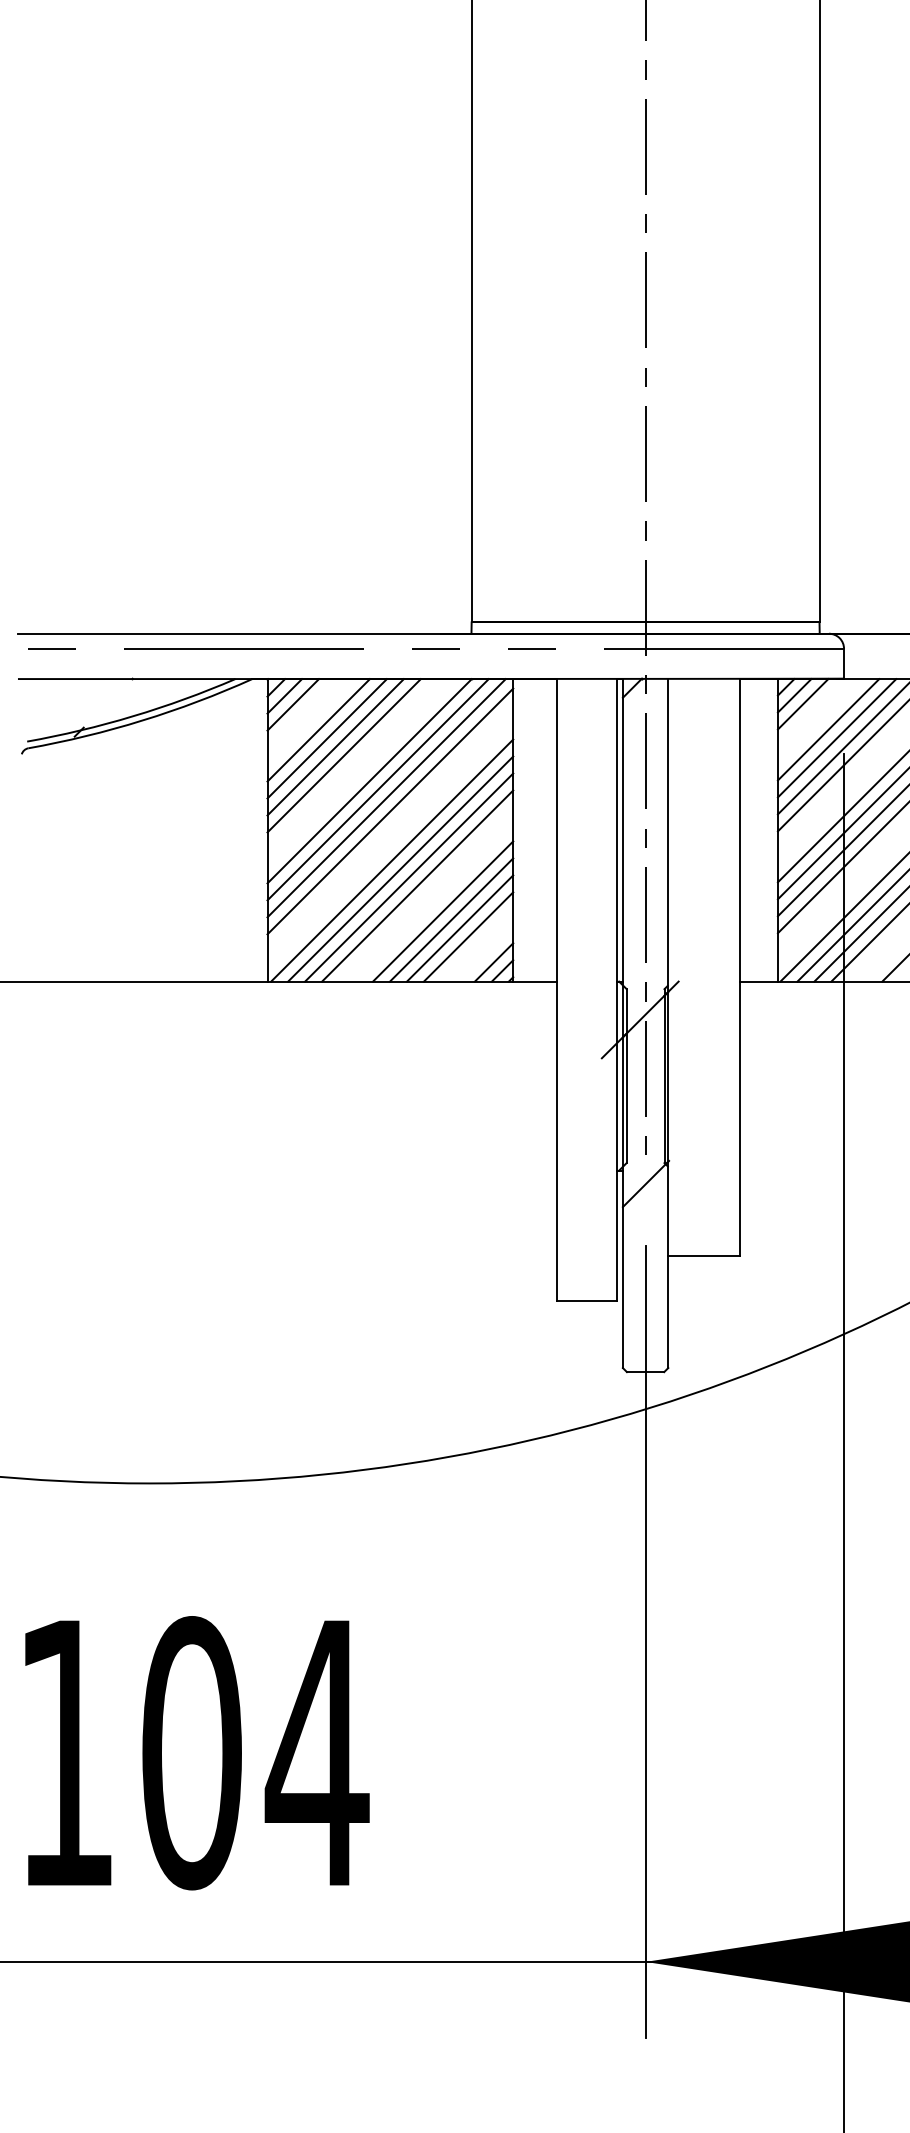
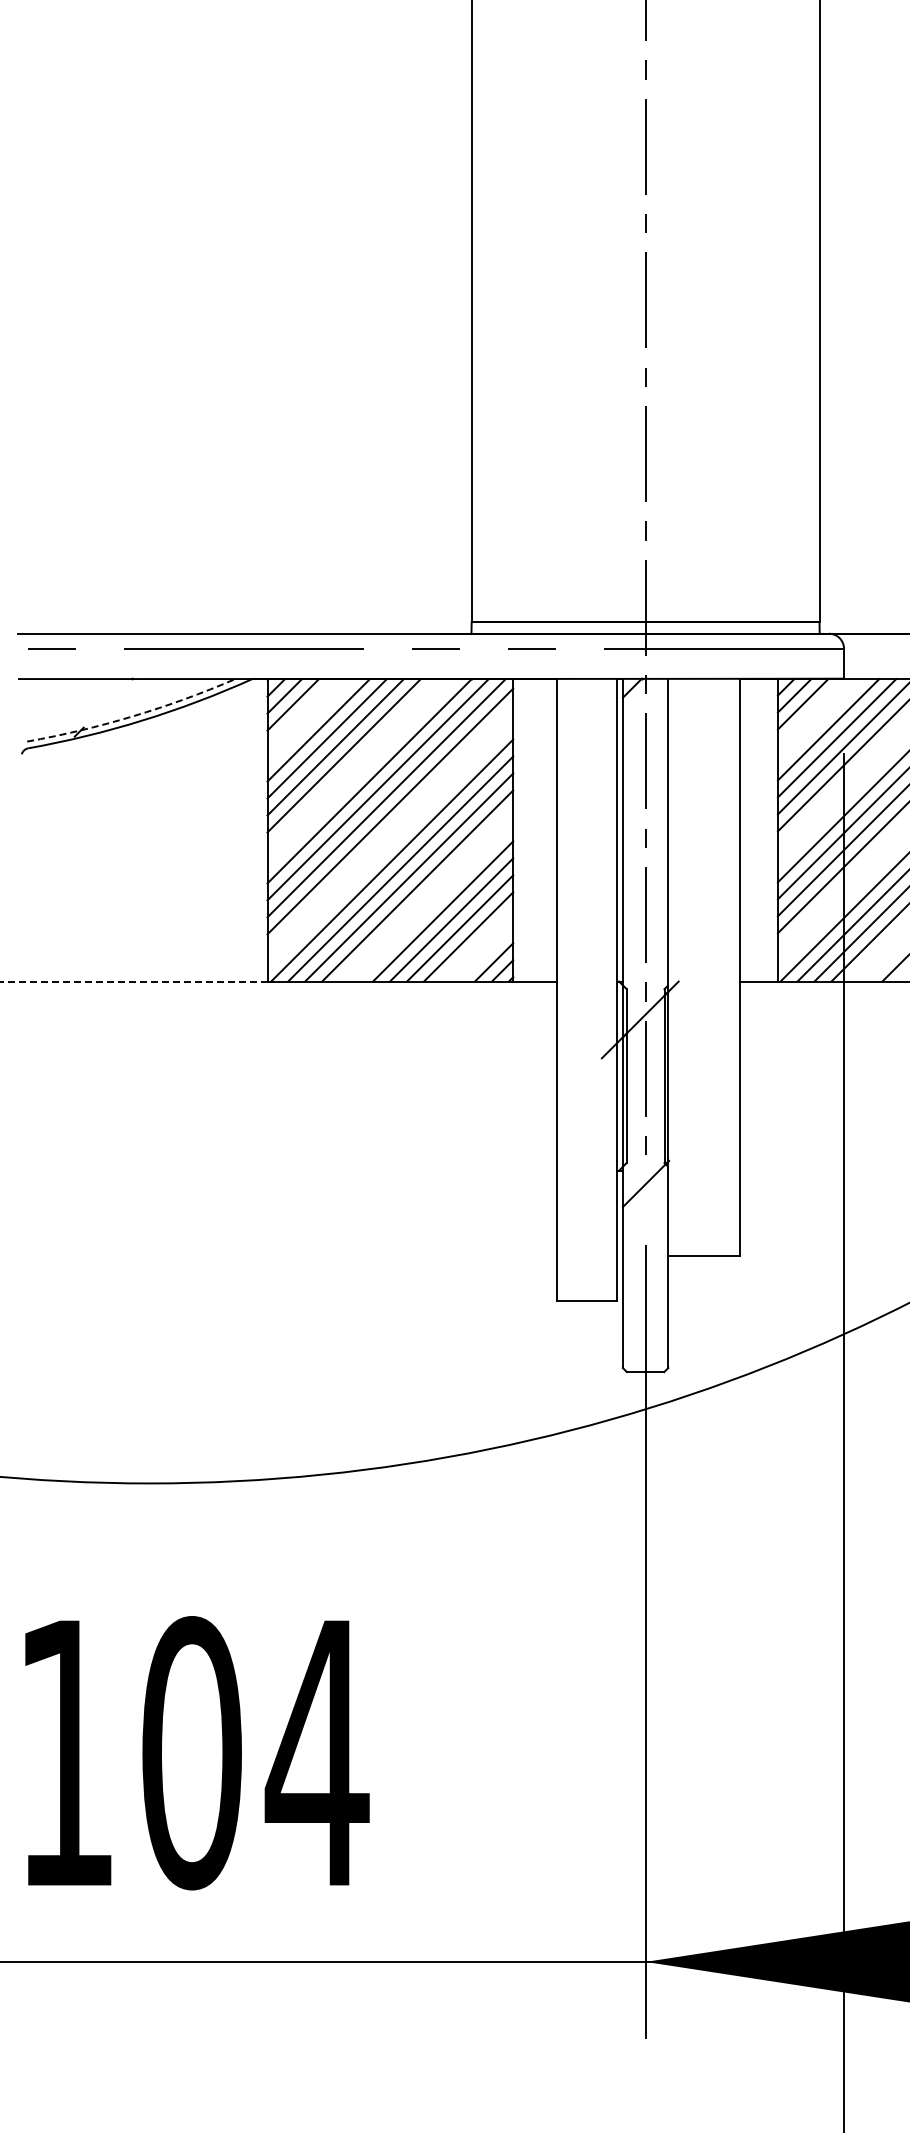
arc at (133, 716): solid -> dashed
line at (133, 981): solid -> dashed
